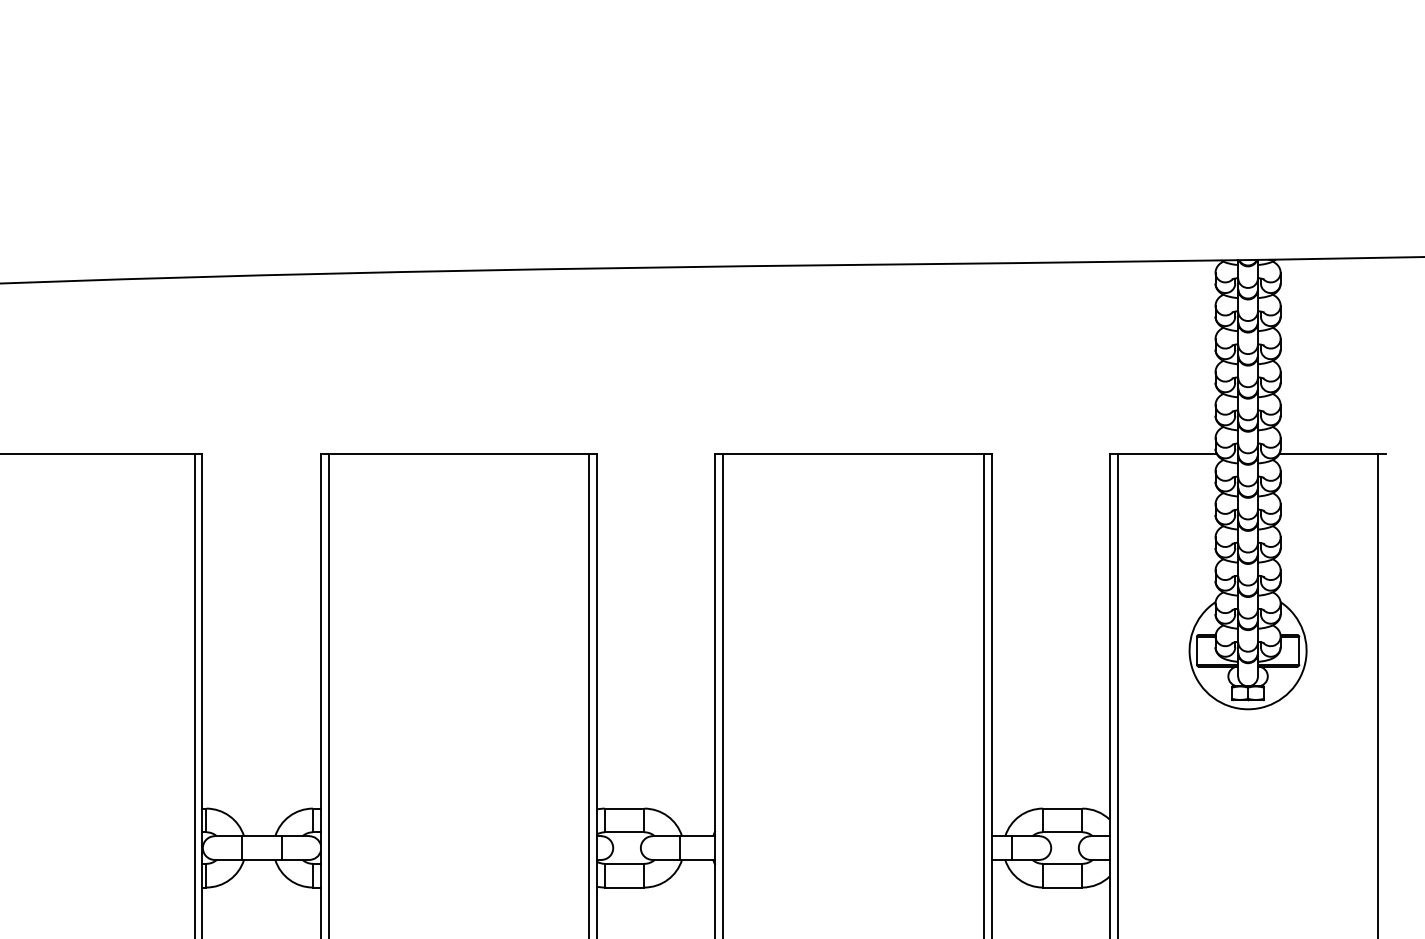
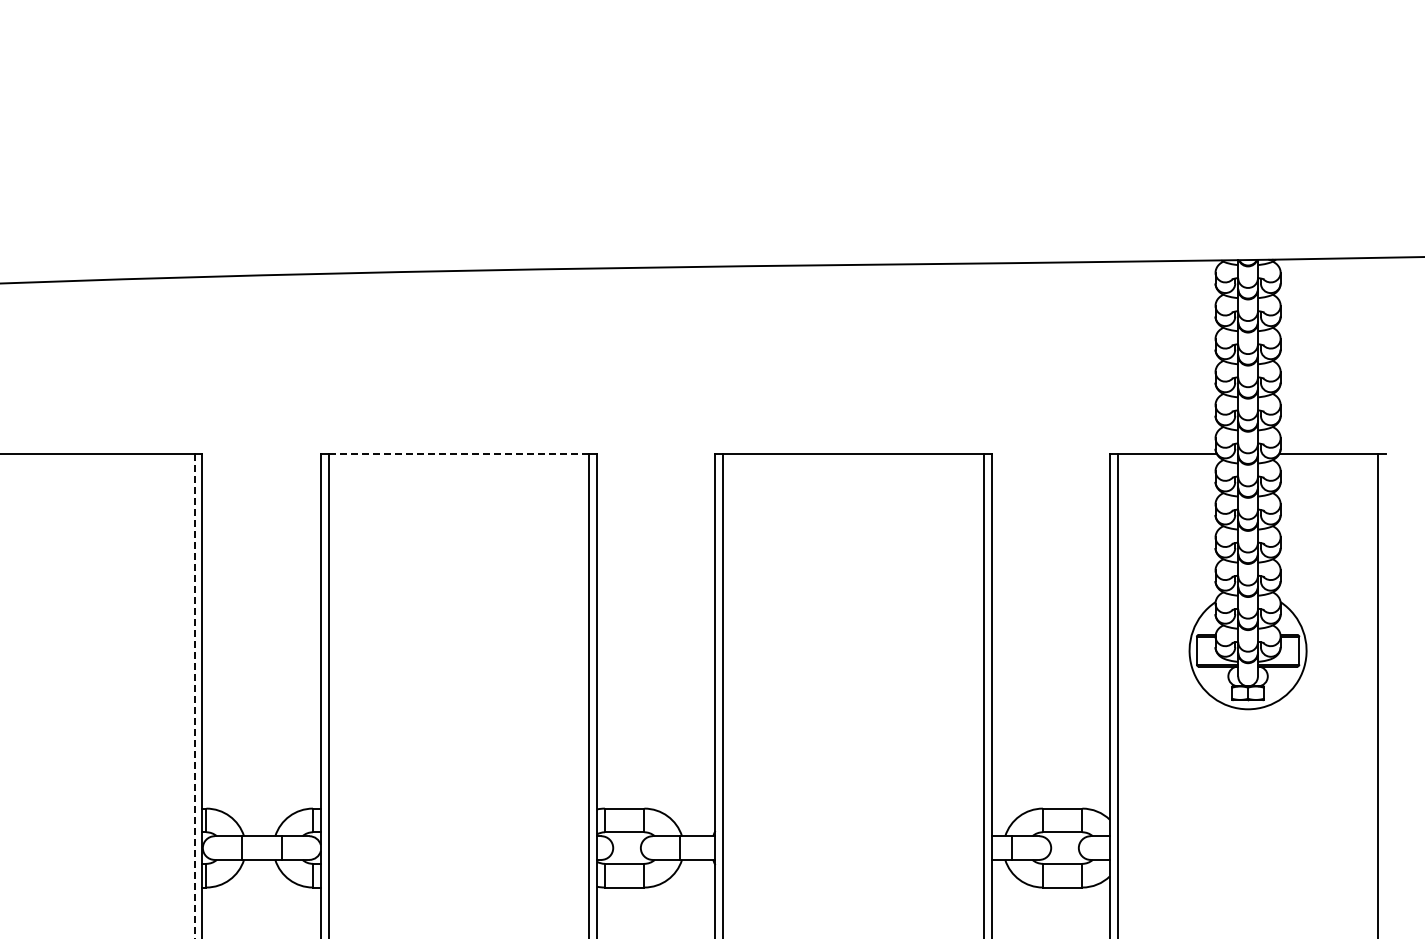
line at (459, 453): solid -> dashed
line at (194, 696): solid -> dashed
